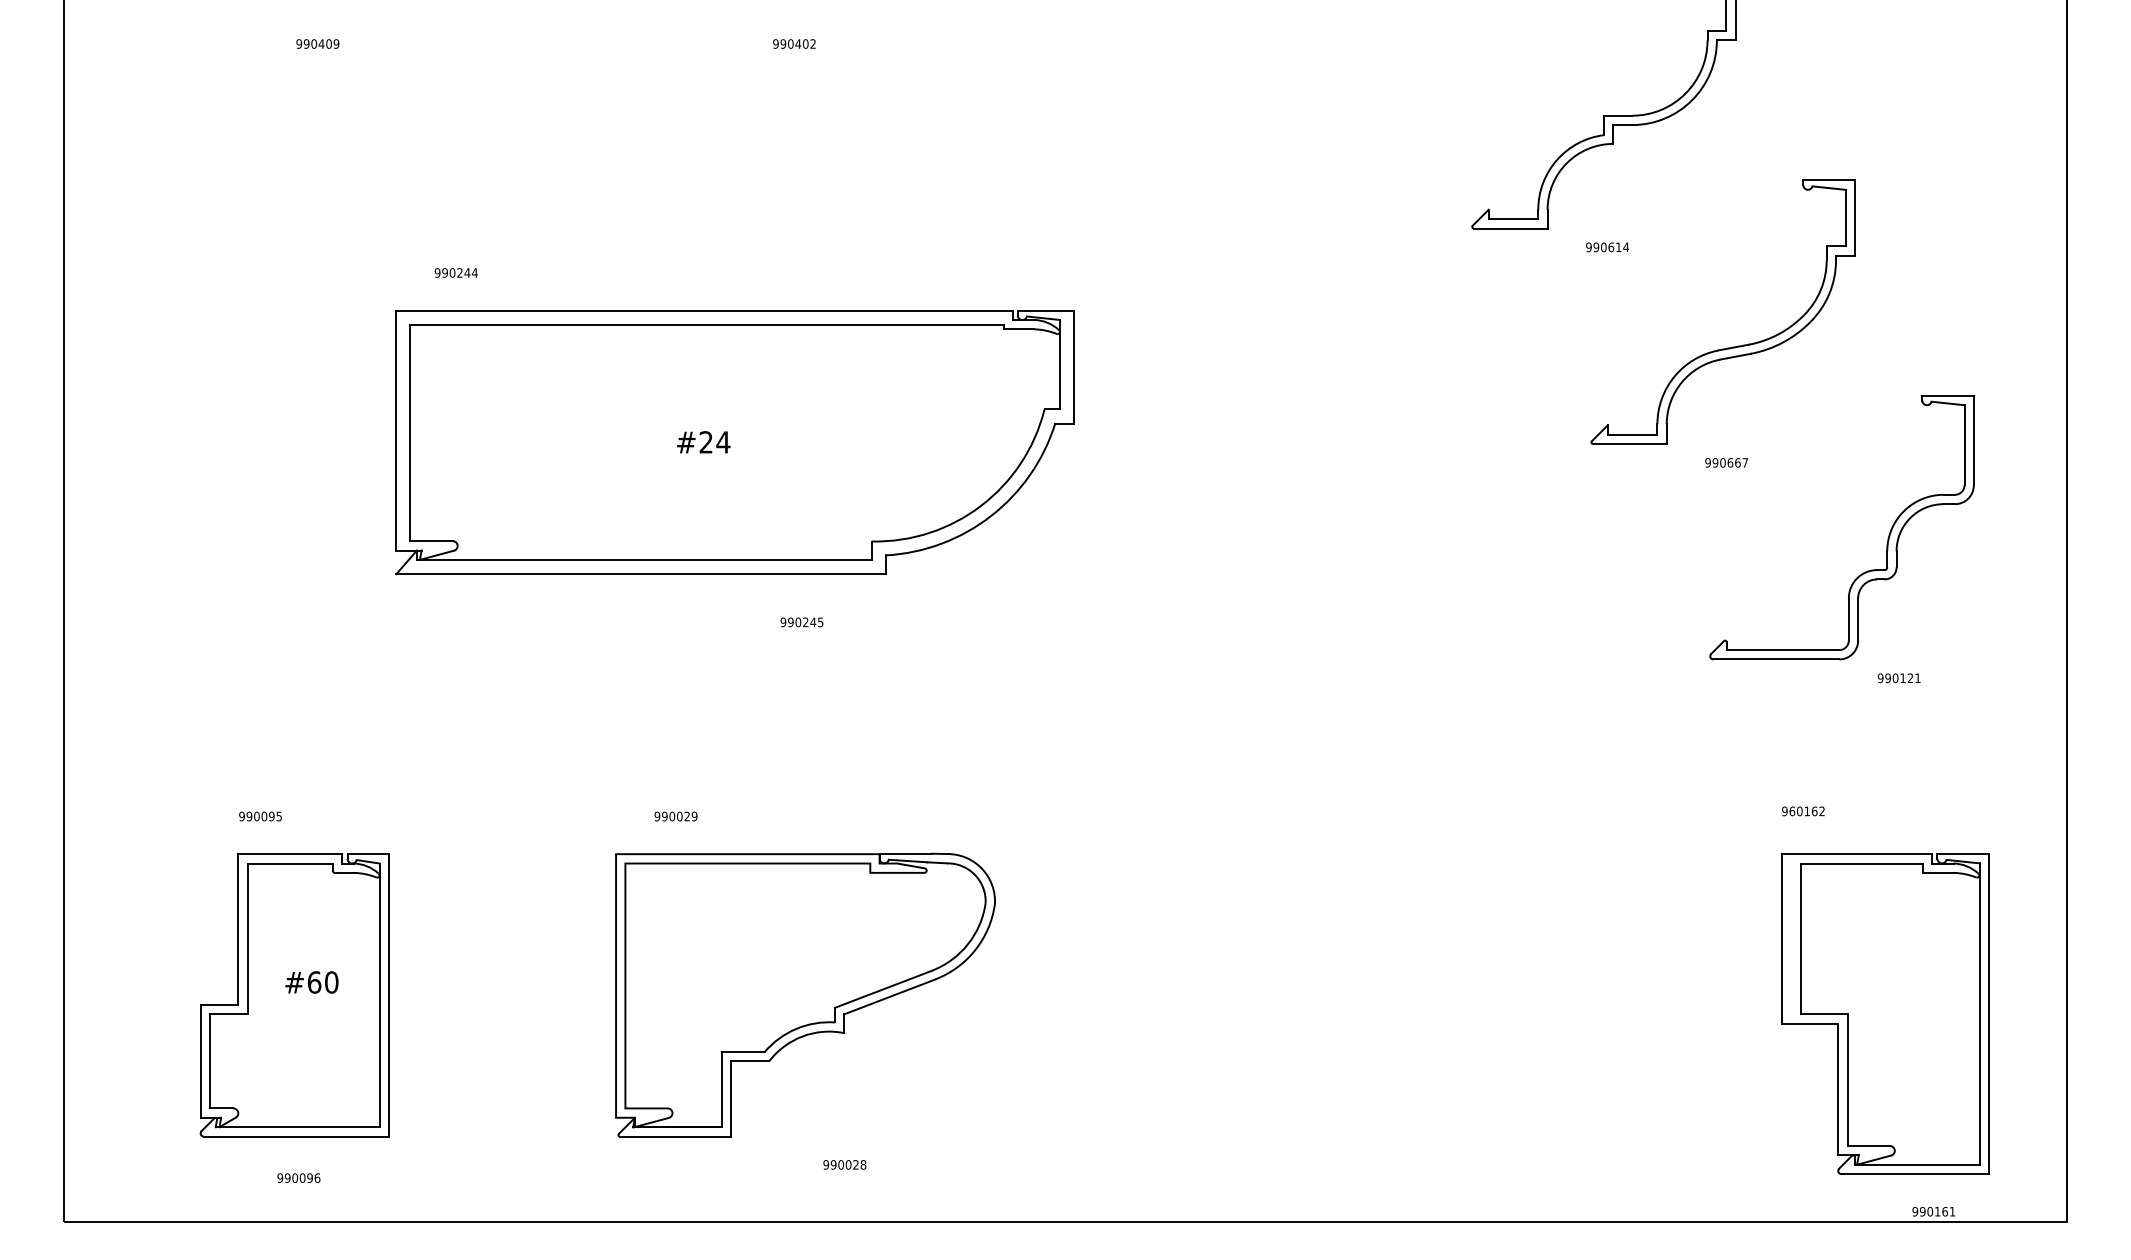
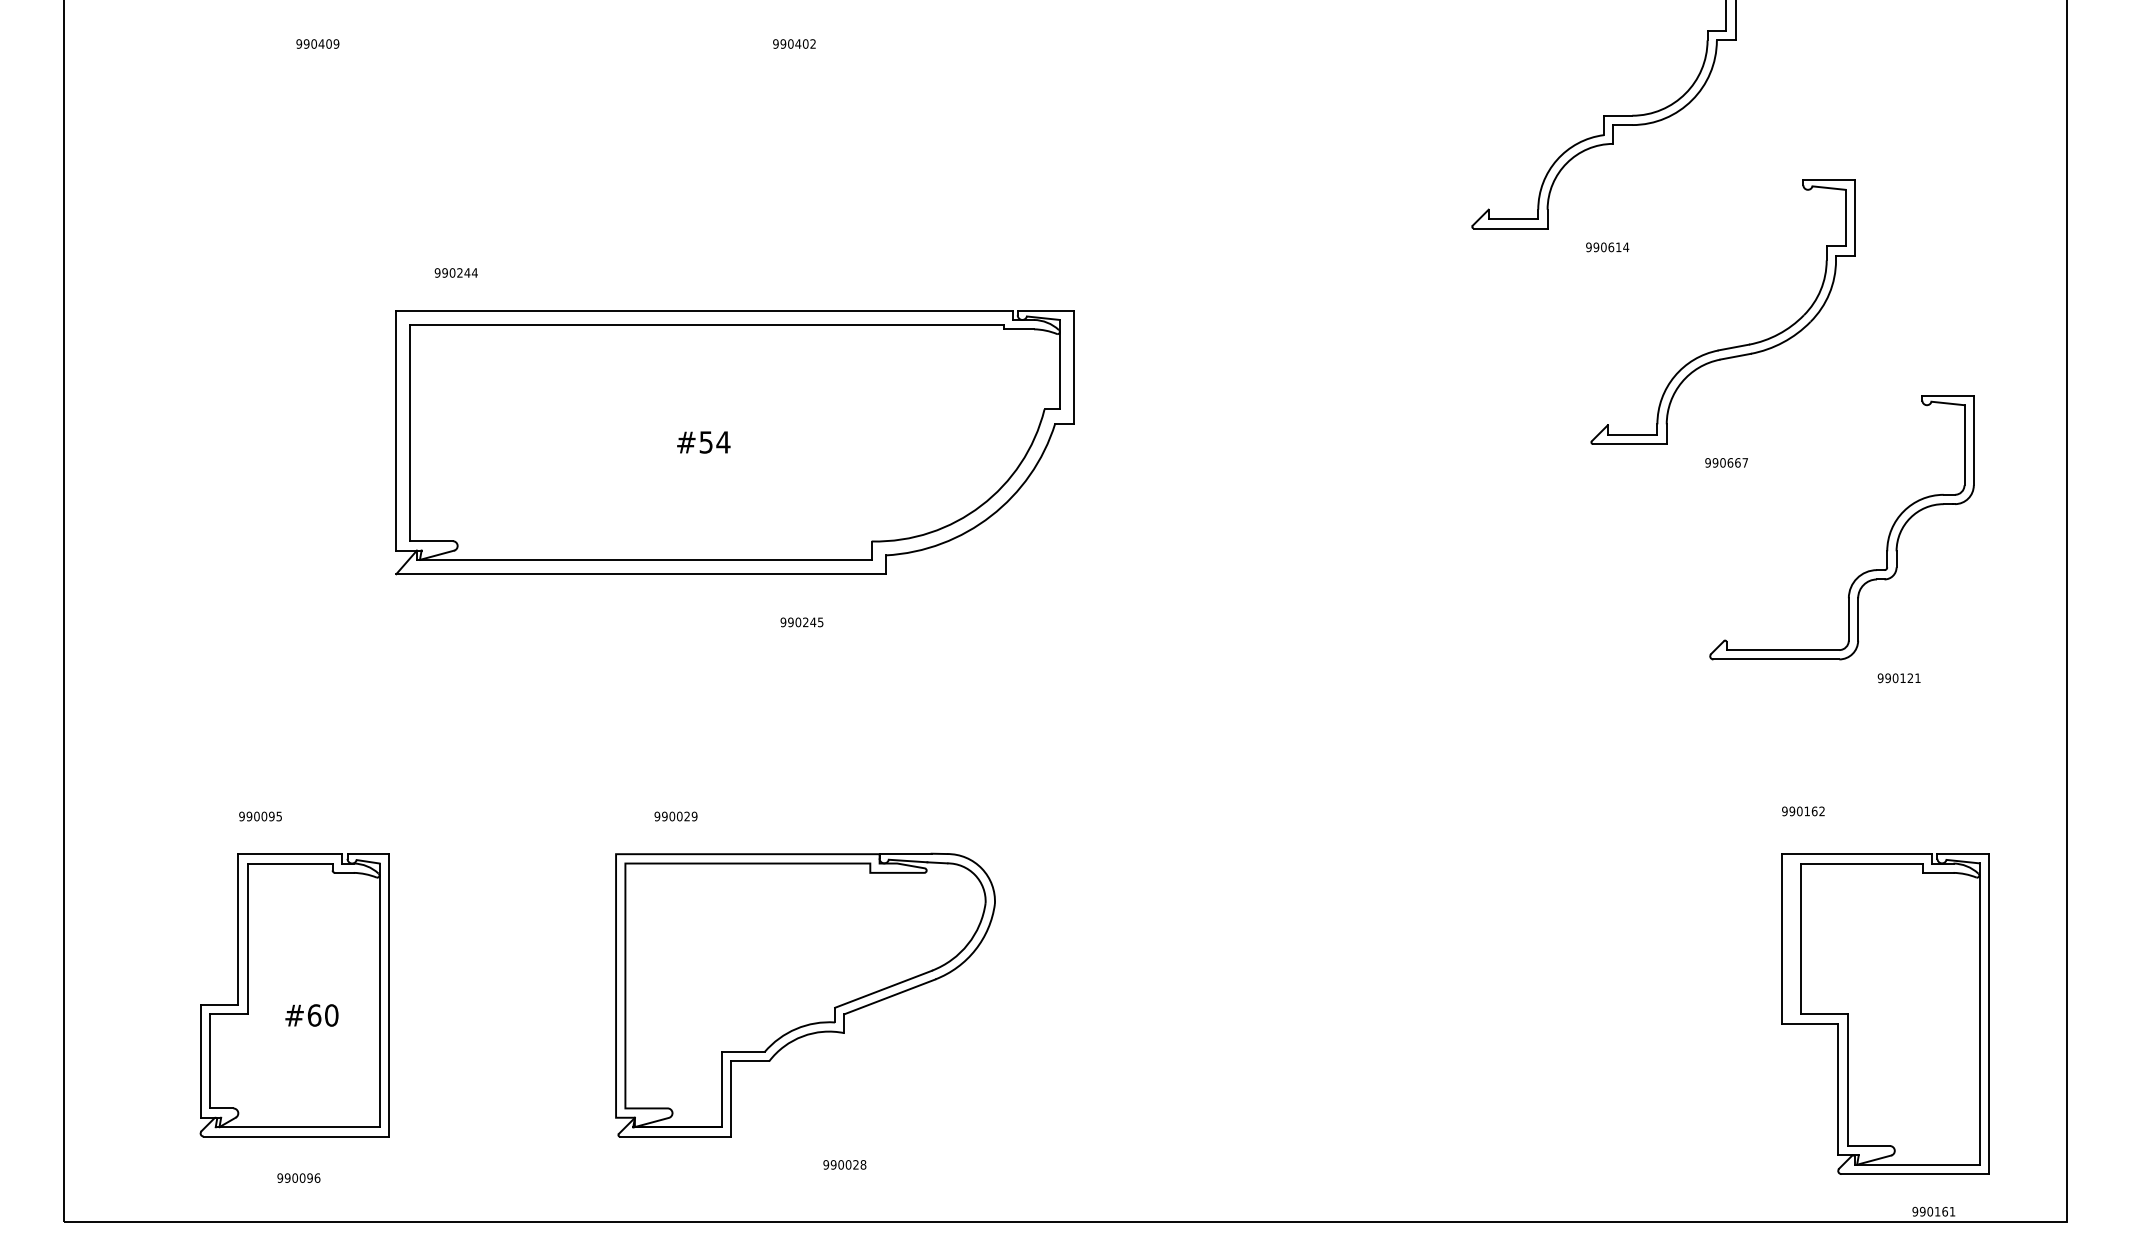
text at (705, 442): #24 -> #54
text at (1792, 811): 960162 -> 990162
text at (311, 982) position: (311, 982) -> (311, 1015)
